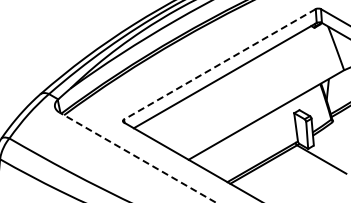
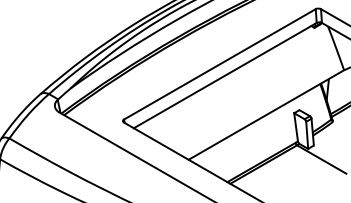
line at (219, 64): dashed -> solid
line at (137, 157): dashed -> solid
